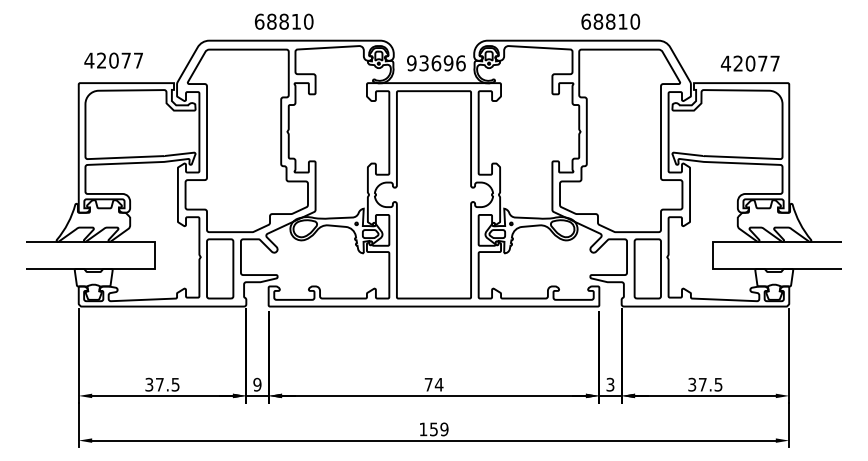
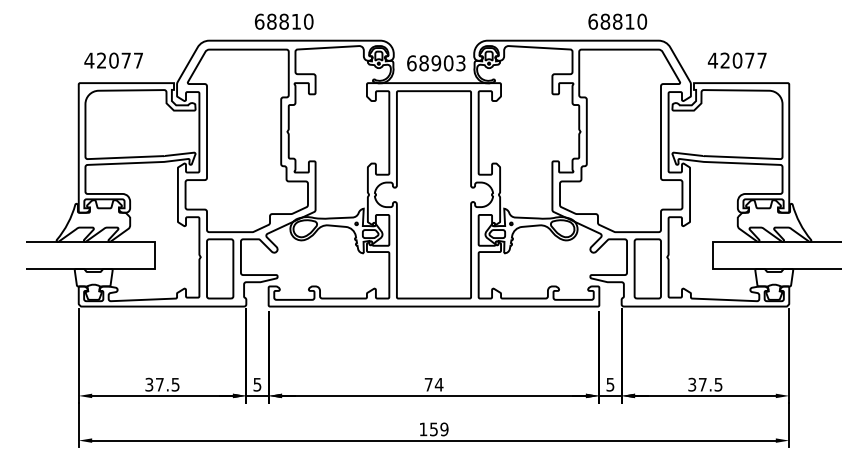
text at (610, 21) position: (610, 21) -> (617, 21)
text at (436, 63): 93696 -> 68903
text at (749, 63) position: (749, 63) -> (736, 60)
text at (610, 383): 3 -> 5
text at (257, 384): 9 -> 5
